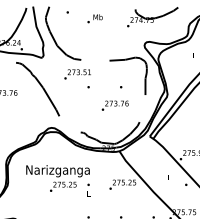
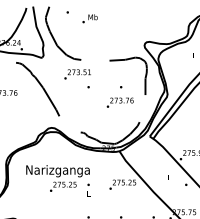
part at (152, 17): present -> none
text at (94, 18) position: (94, 18) -> (89, 18)
text at (114, 105) position: (114, 105) -> (119, 102)
